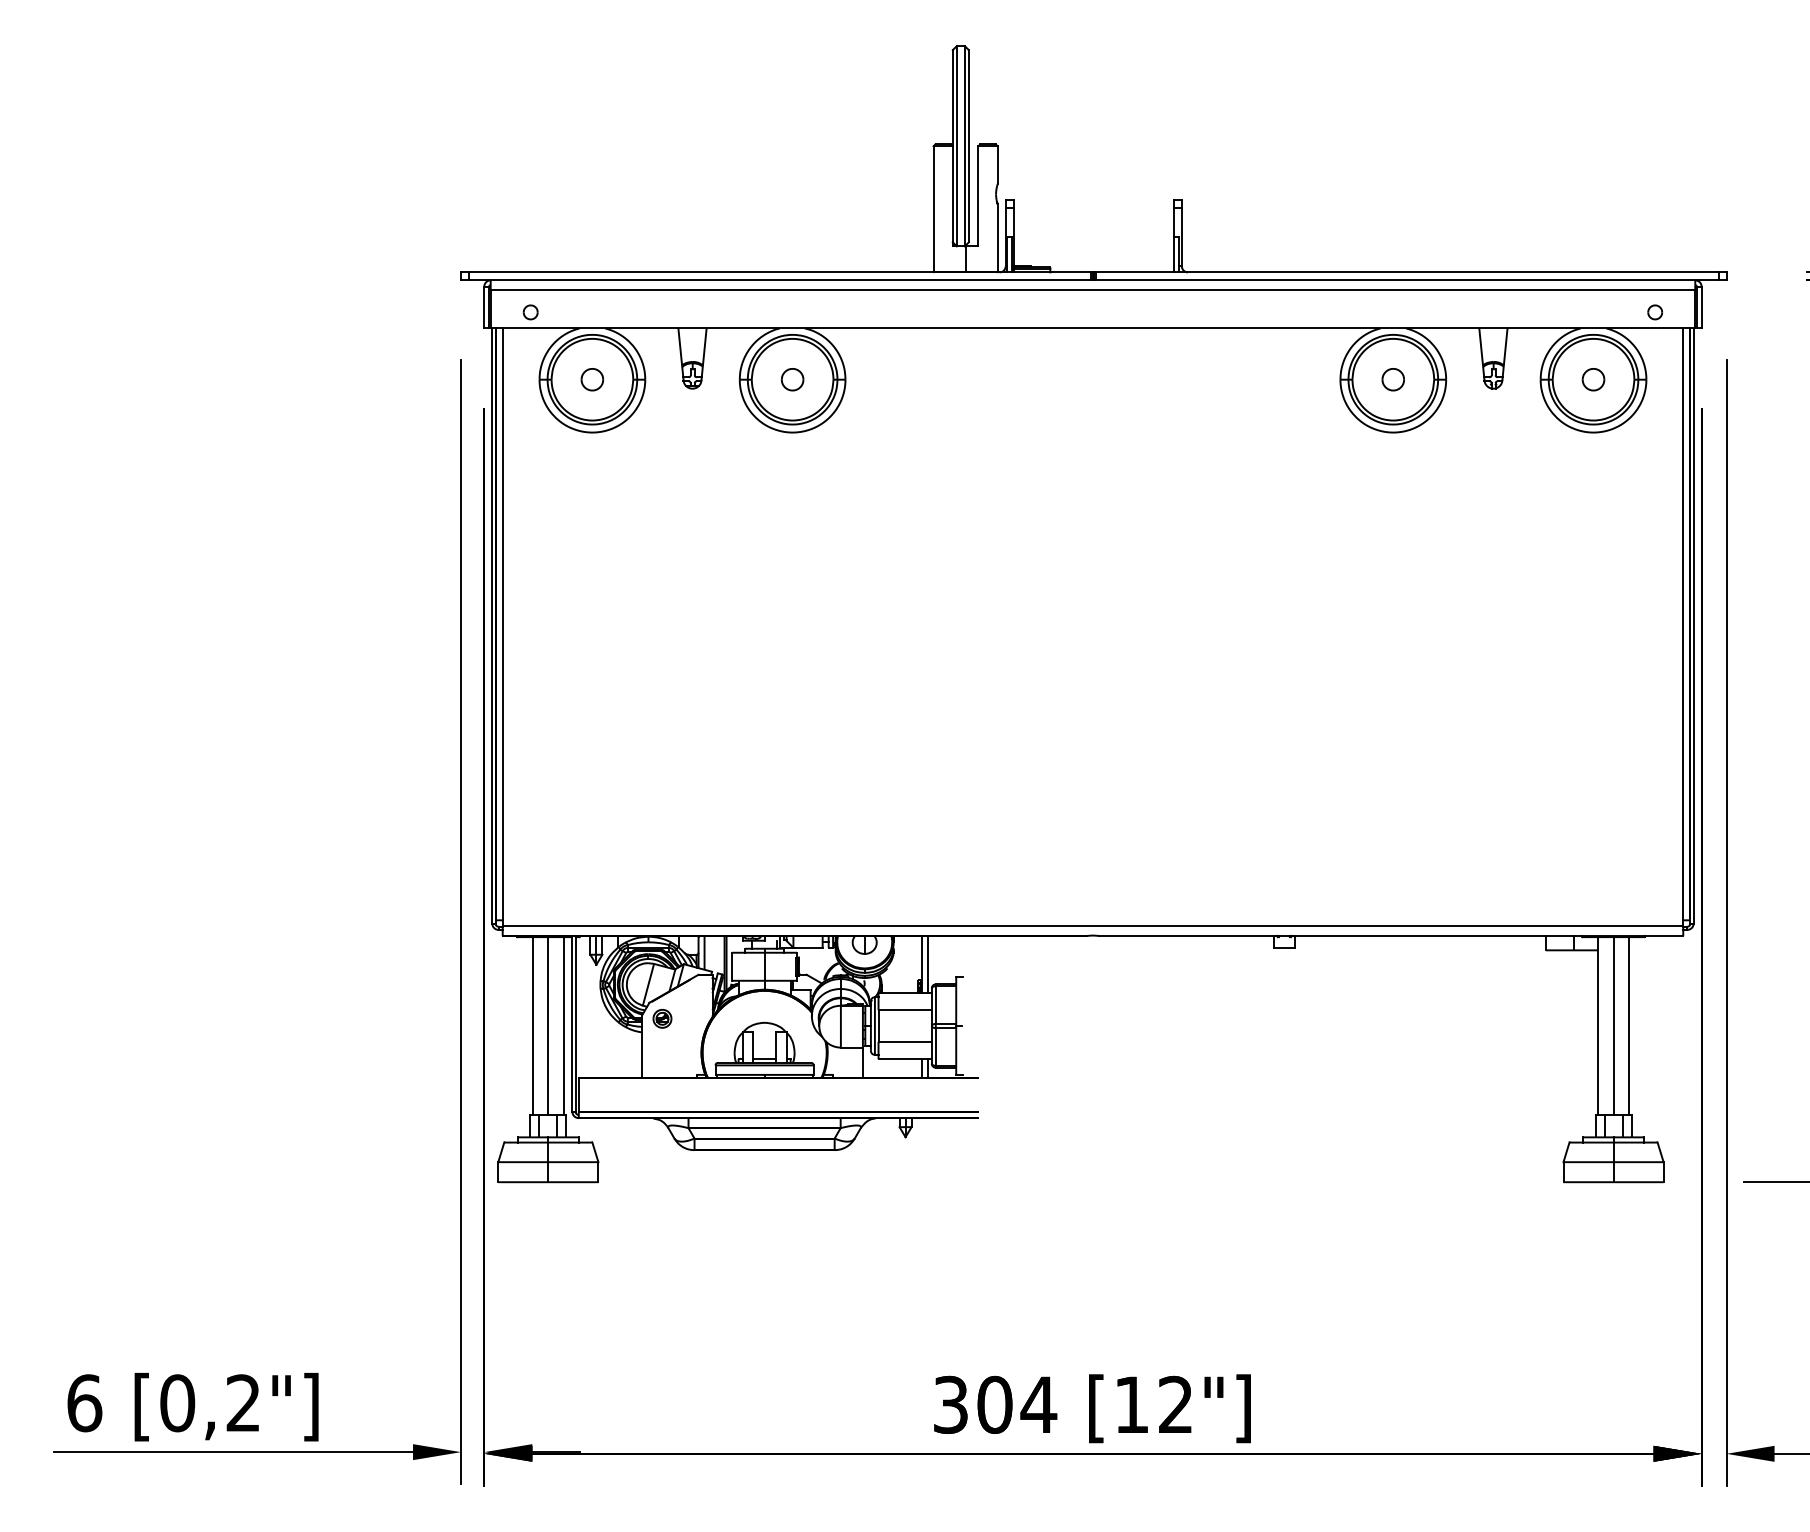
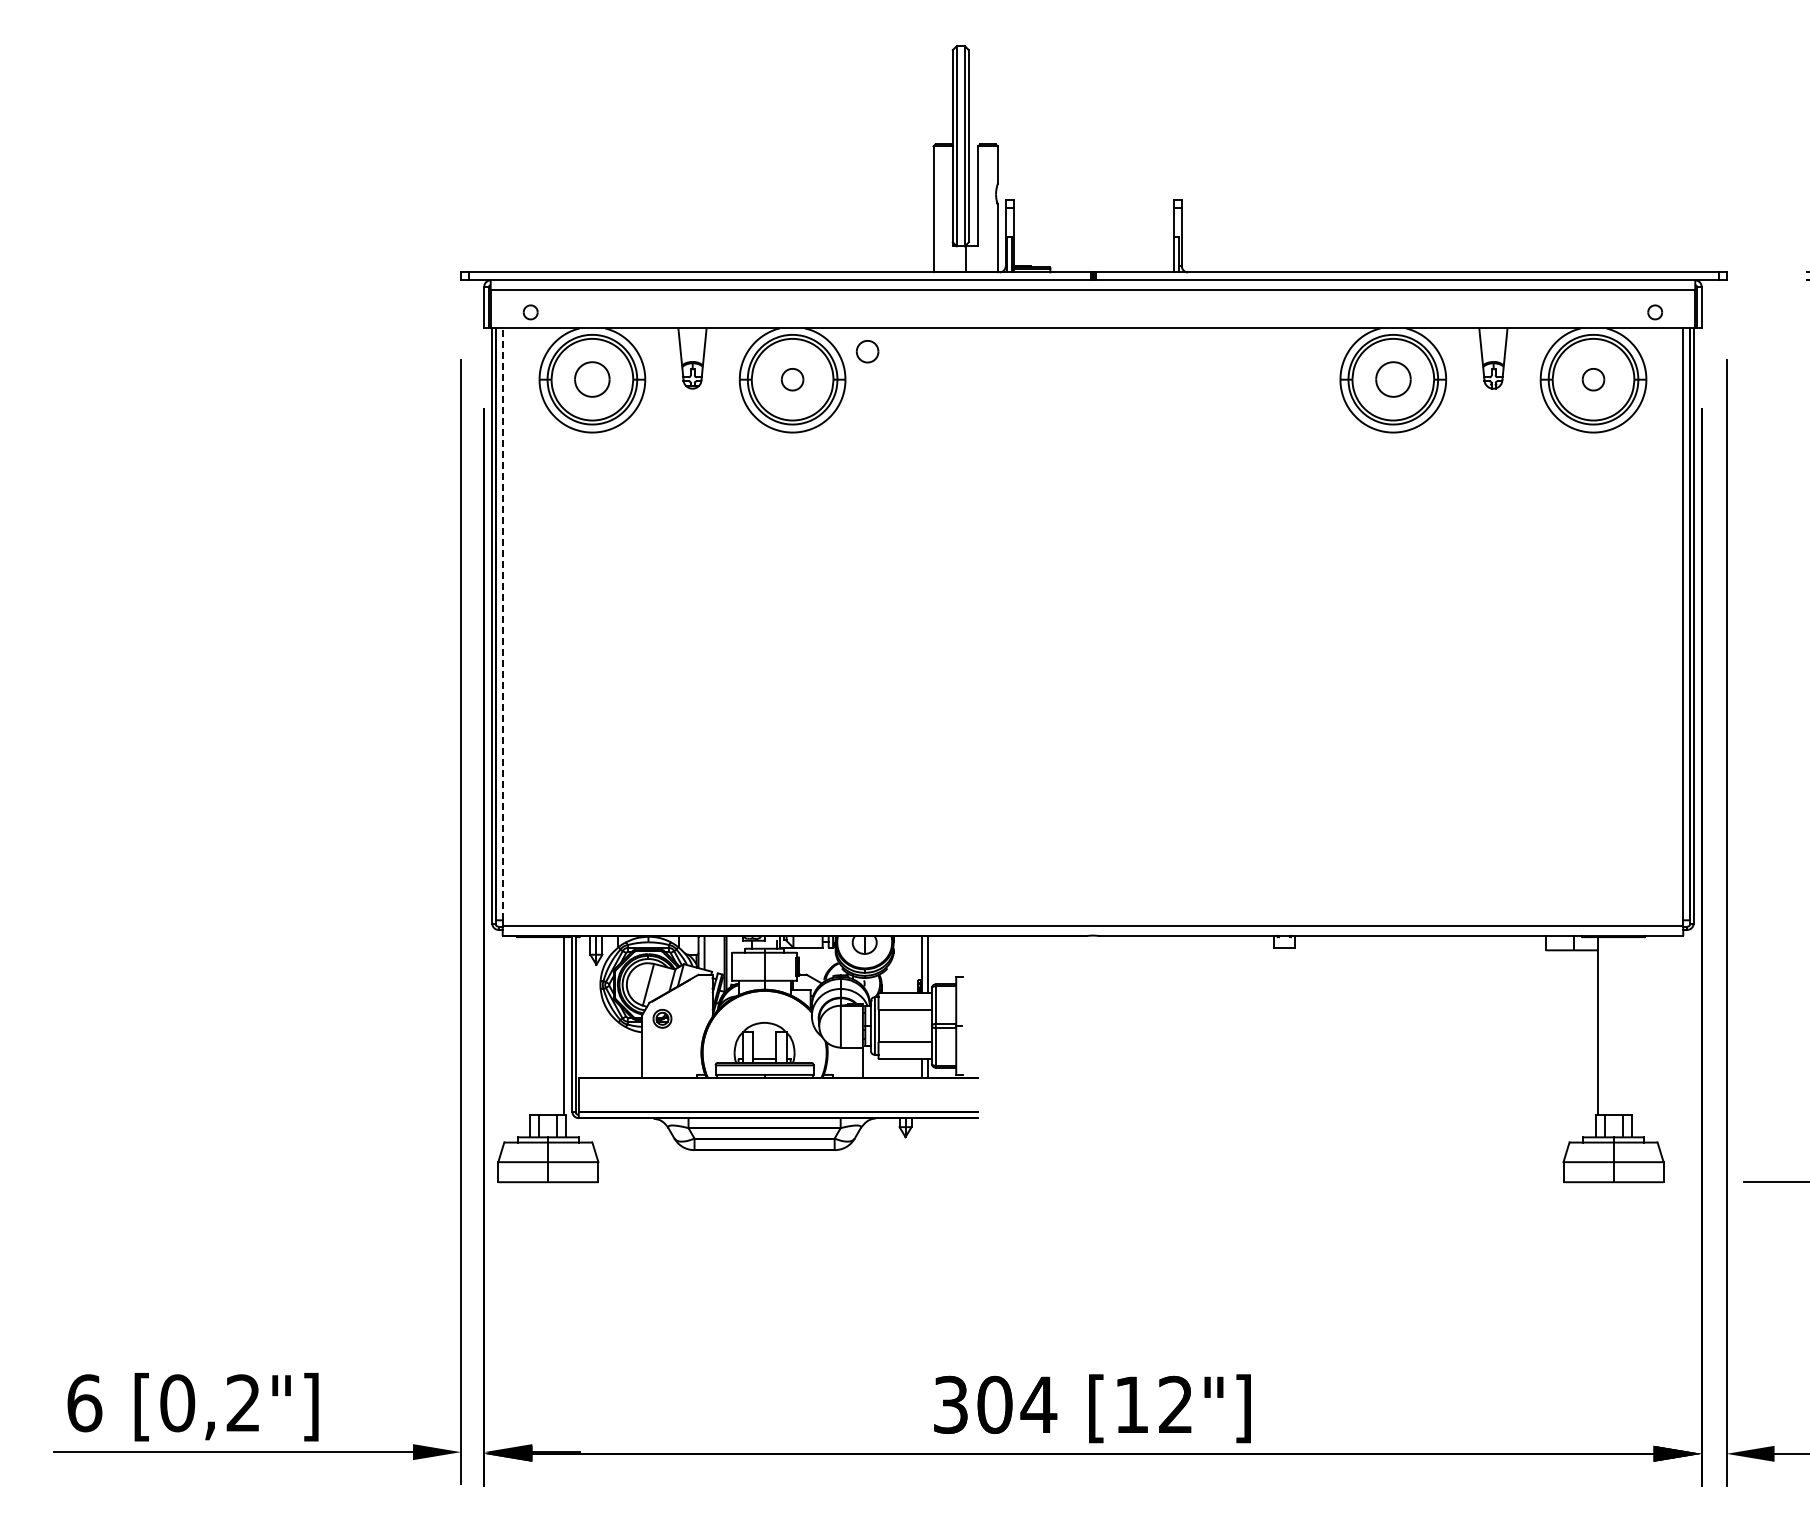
part at (867, 351): none -> present
part at (592, 379) size: 25x24 px -> 37x37 px
part at (1392, 379) size: 24x24 px -> 37x37 px
line at (502, 624): solid -> dashed
line at (533, 1026): present -> none
line at (548, 1026): present -> none
line at (1613, 1026): present -> none
line at (1628, 1026): present -> none
